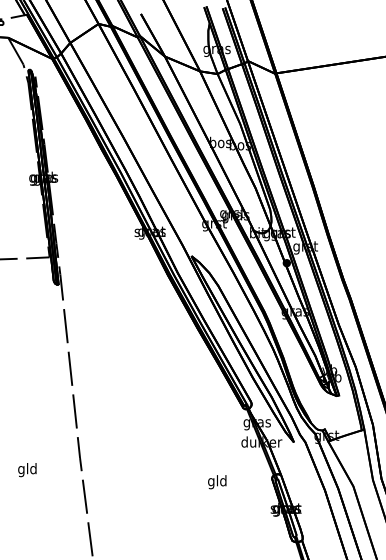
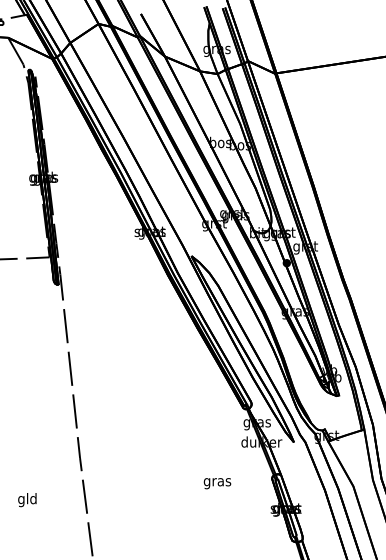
text at (27, 470) position: (27, 470) -> (27, 500)
text at (217, 482): gld -> gras
